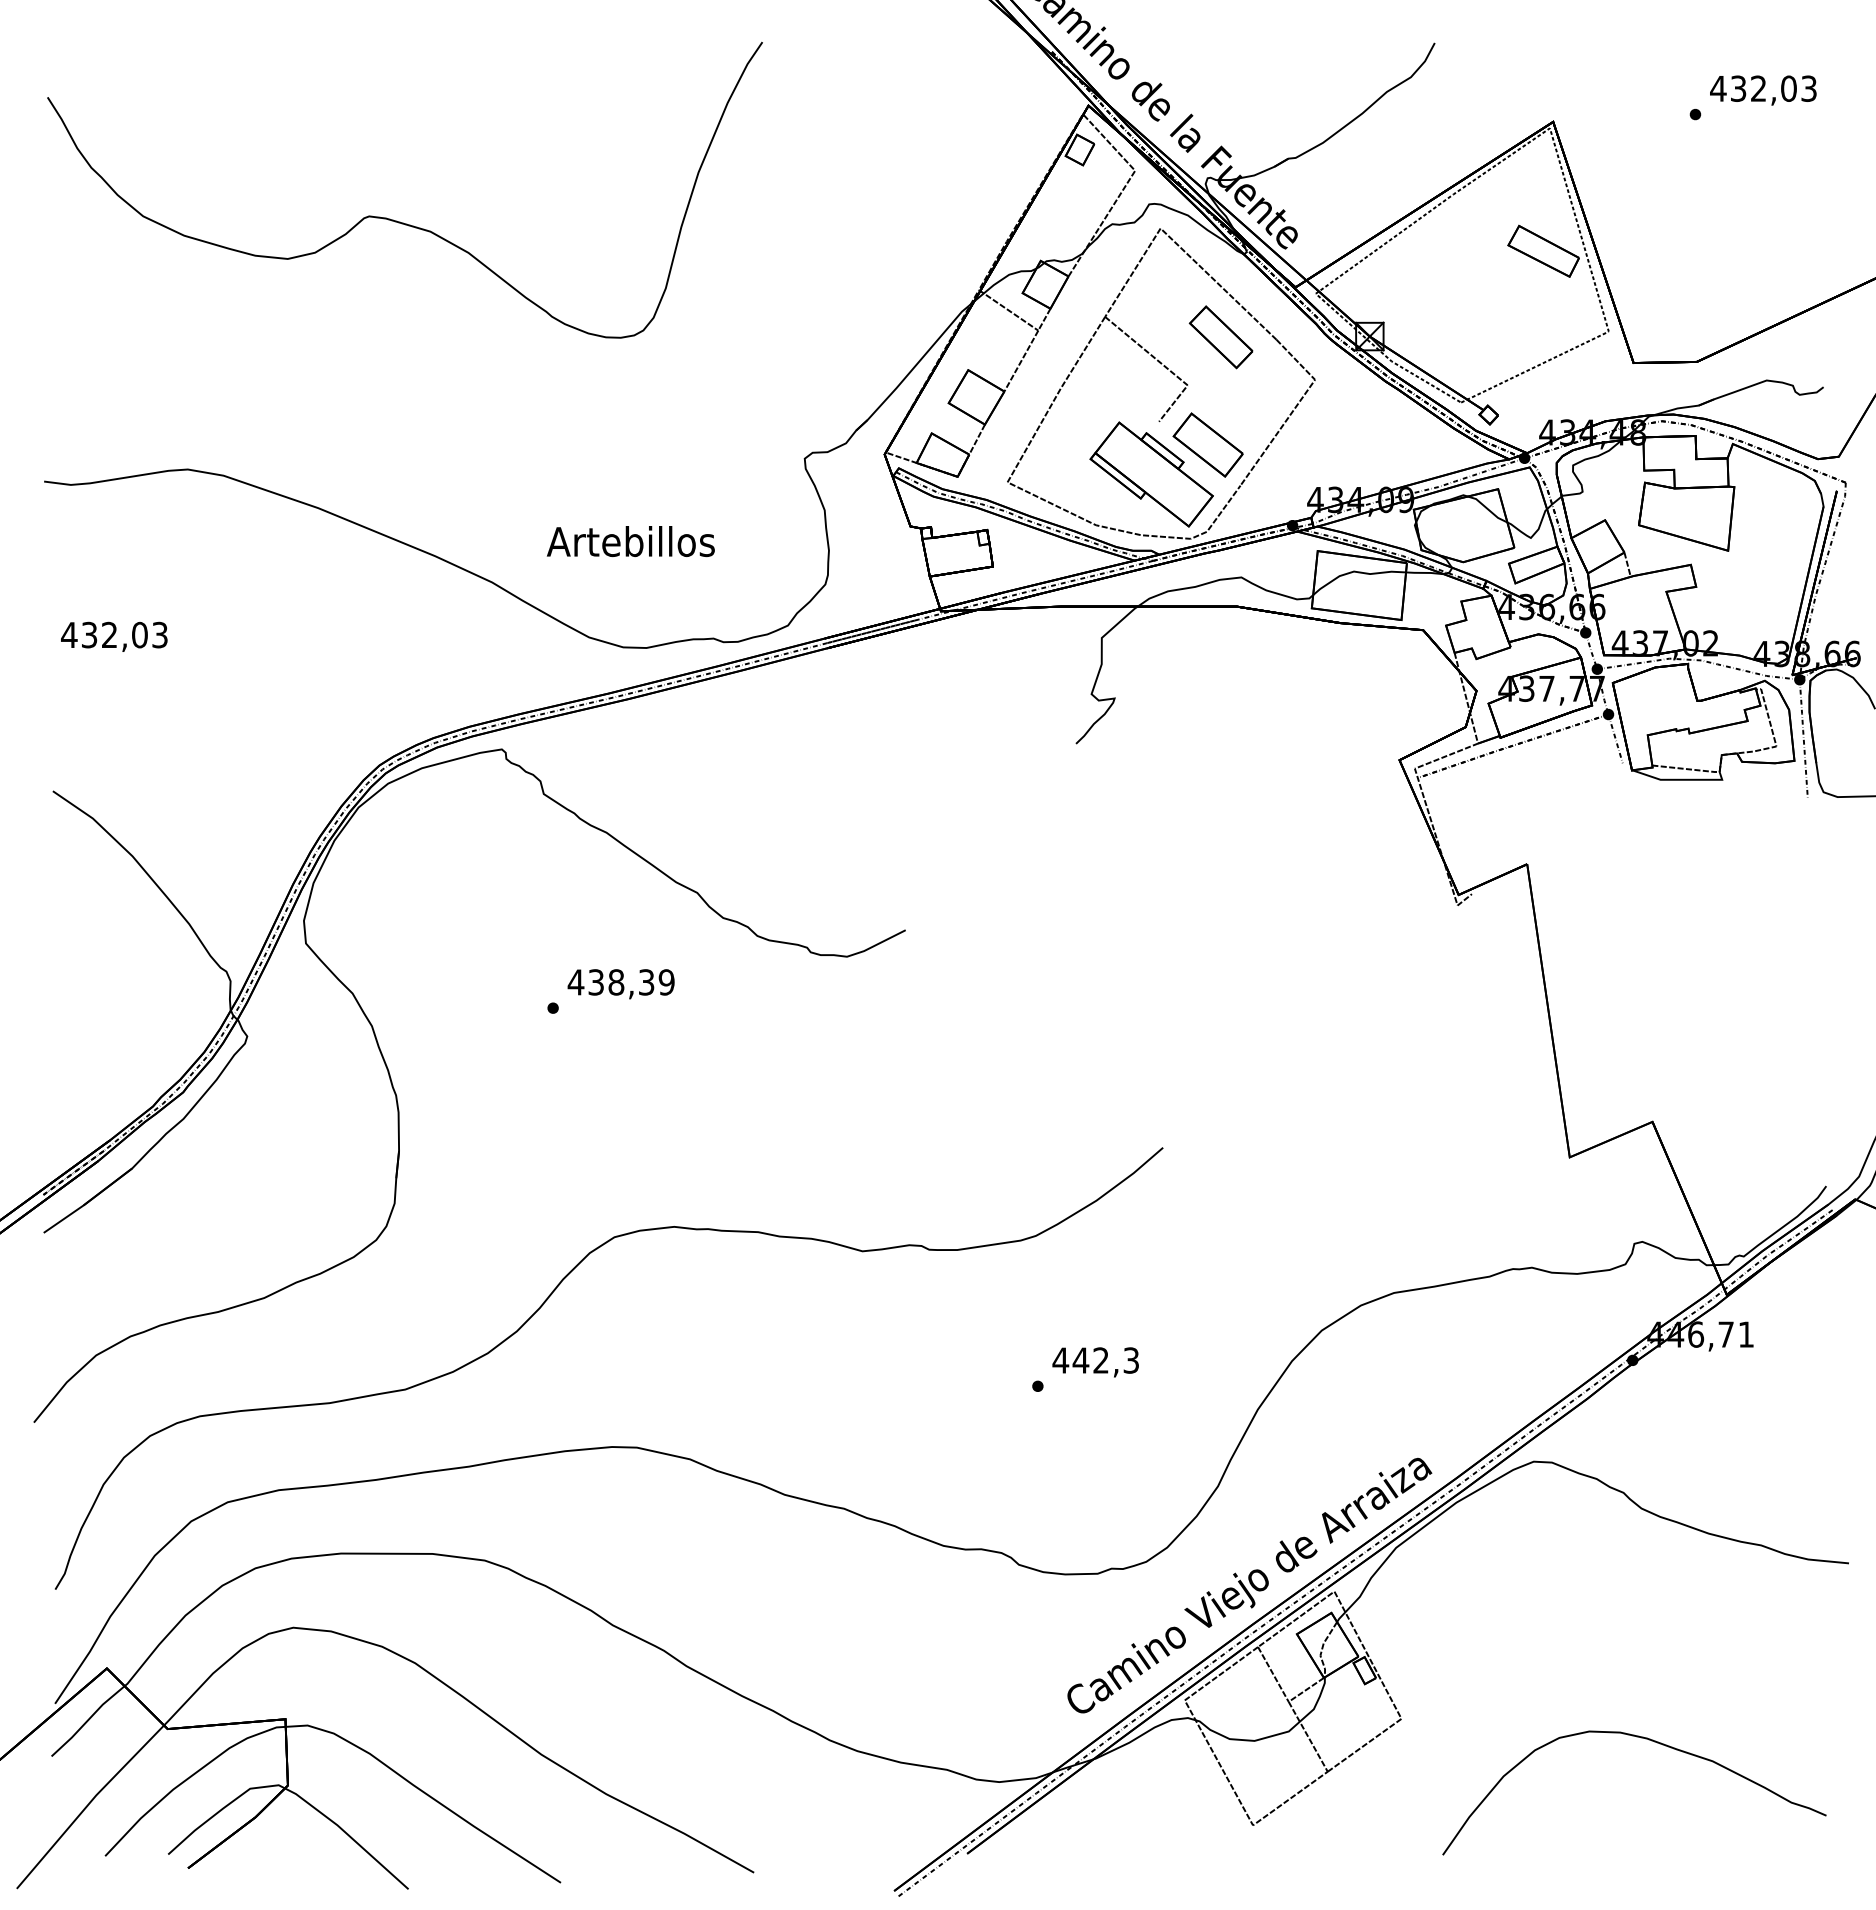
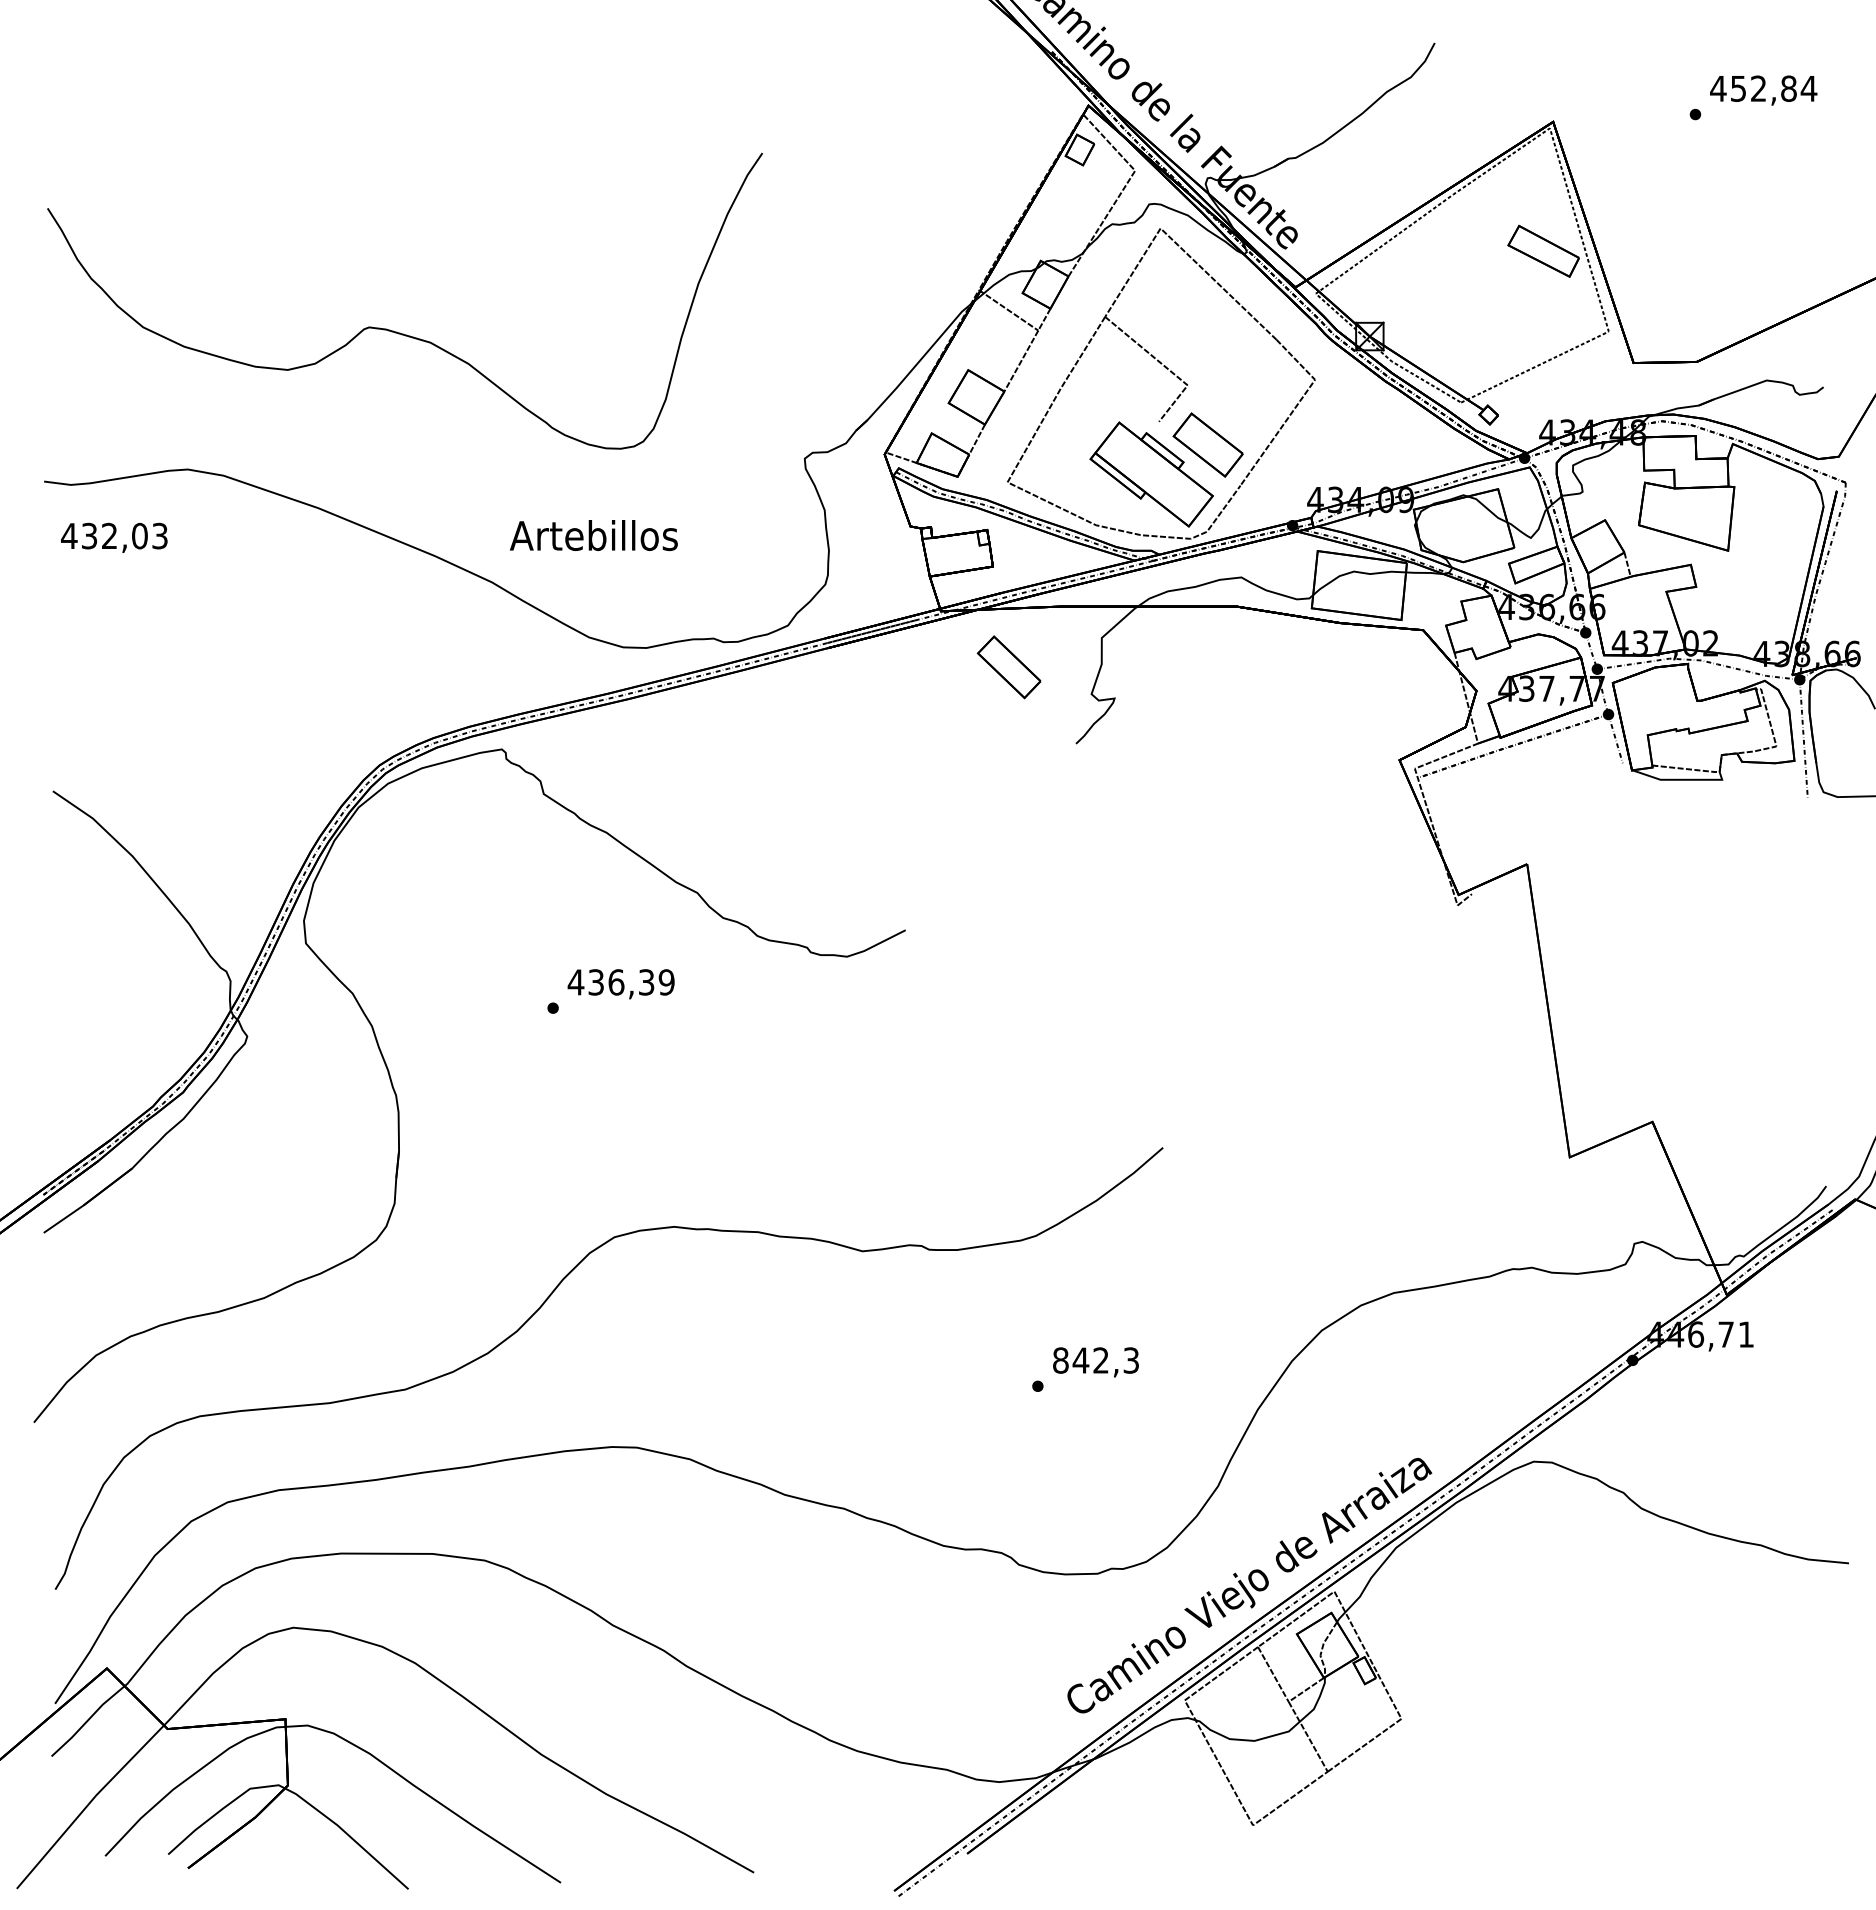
text at (1774, 88): 432,03 -> 452,84
curve at (393, 219) position: (393, 219) -> (393, 330)
part at (1220, 337) position: (1220, 337) -> (1008, 667)
text at (630, 541) position: (630, 541) -> (593, 535)
text at (114, 636) position: (114, 636) -> (114, 537)
text at (616, 982): 438,39 -> 436,39
text at (1060, 1360): 442,3 -> 842,3
curve at (1651, 1741): present -> none
